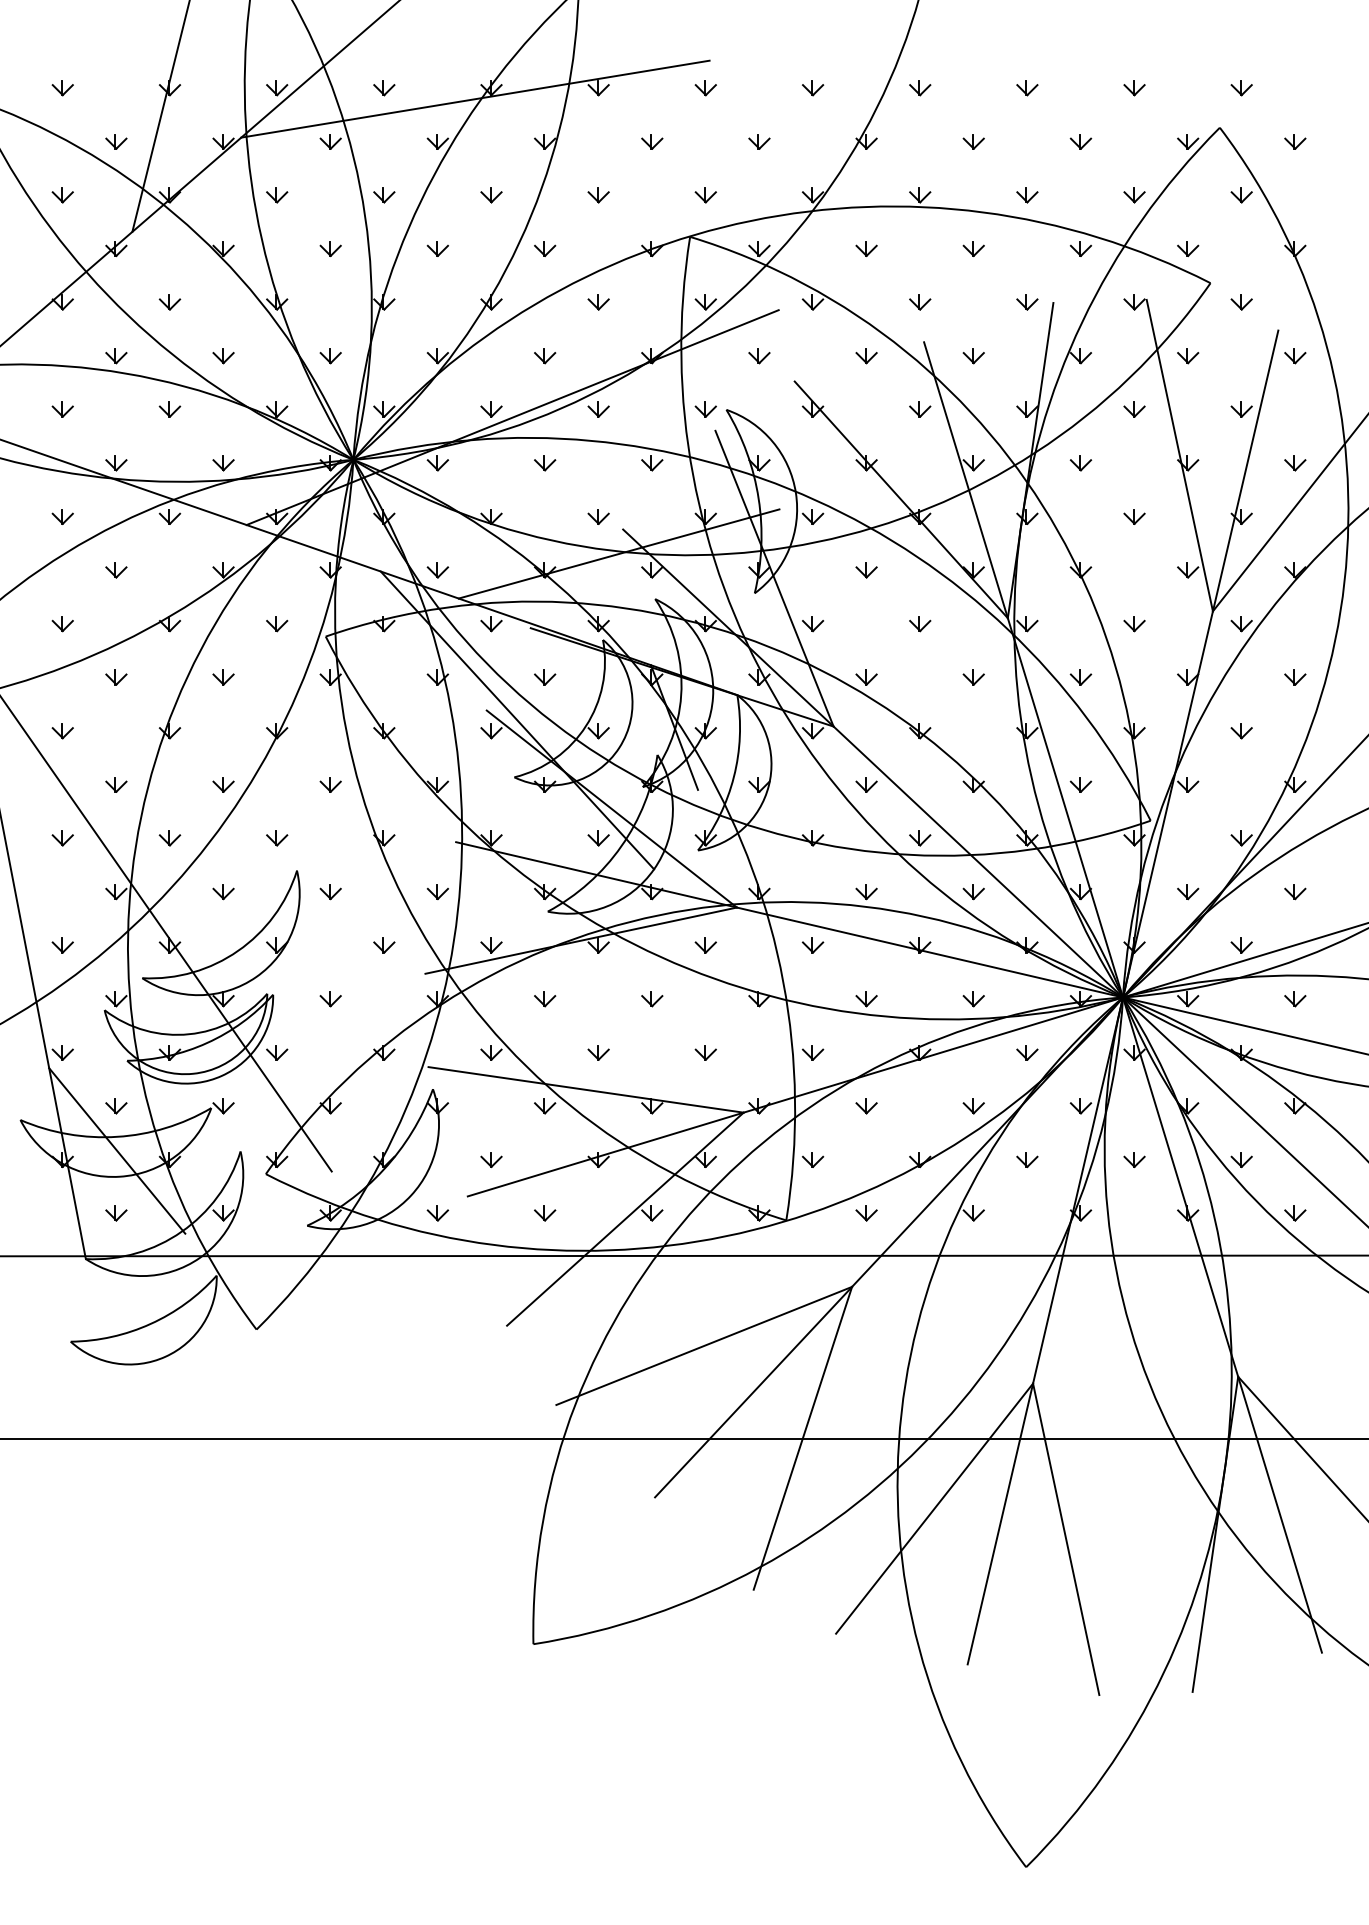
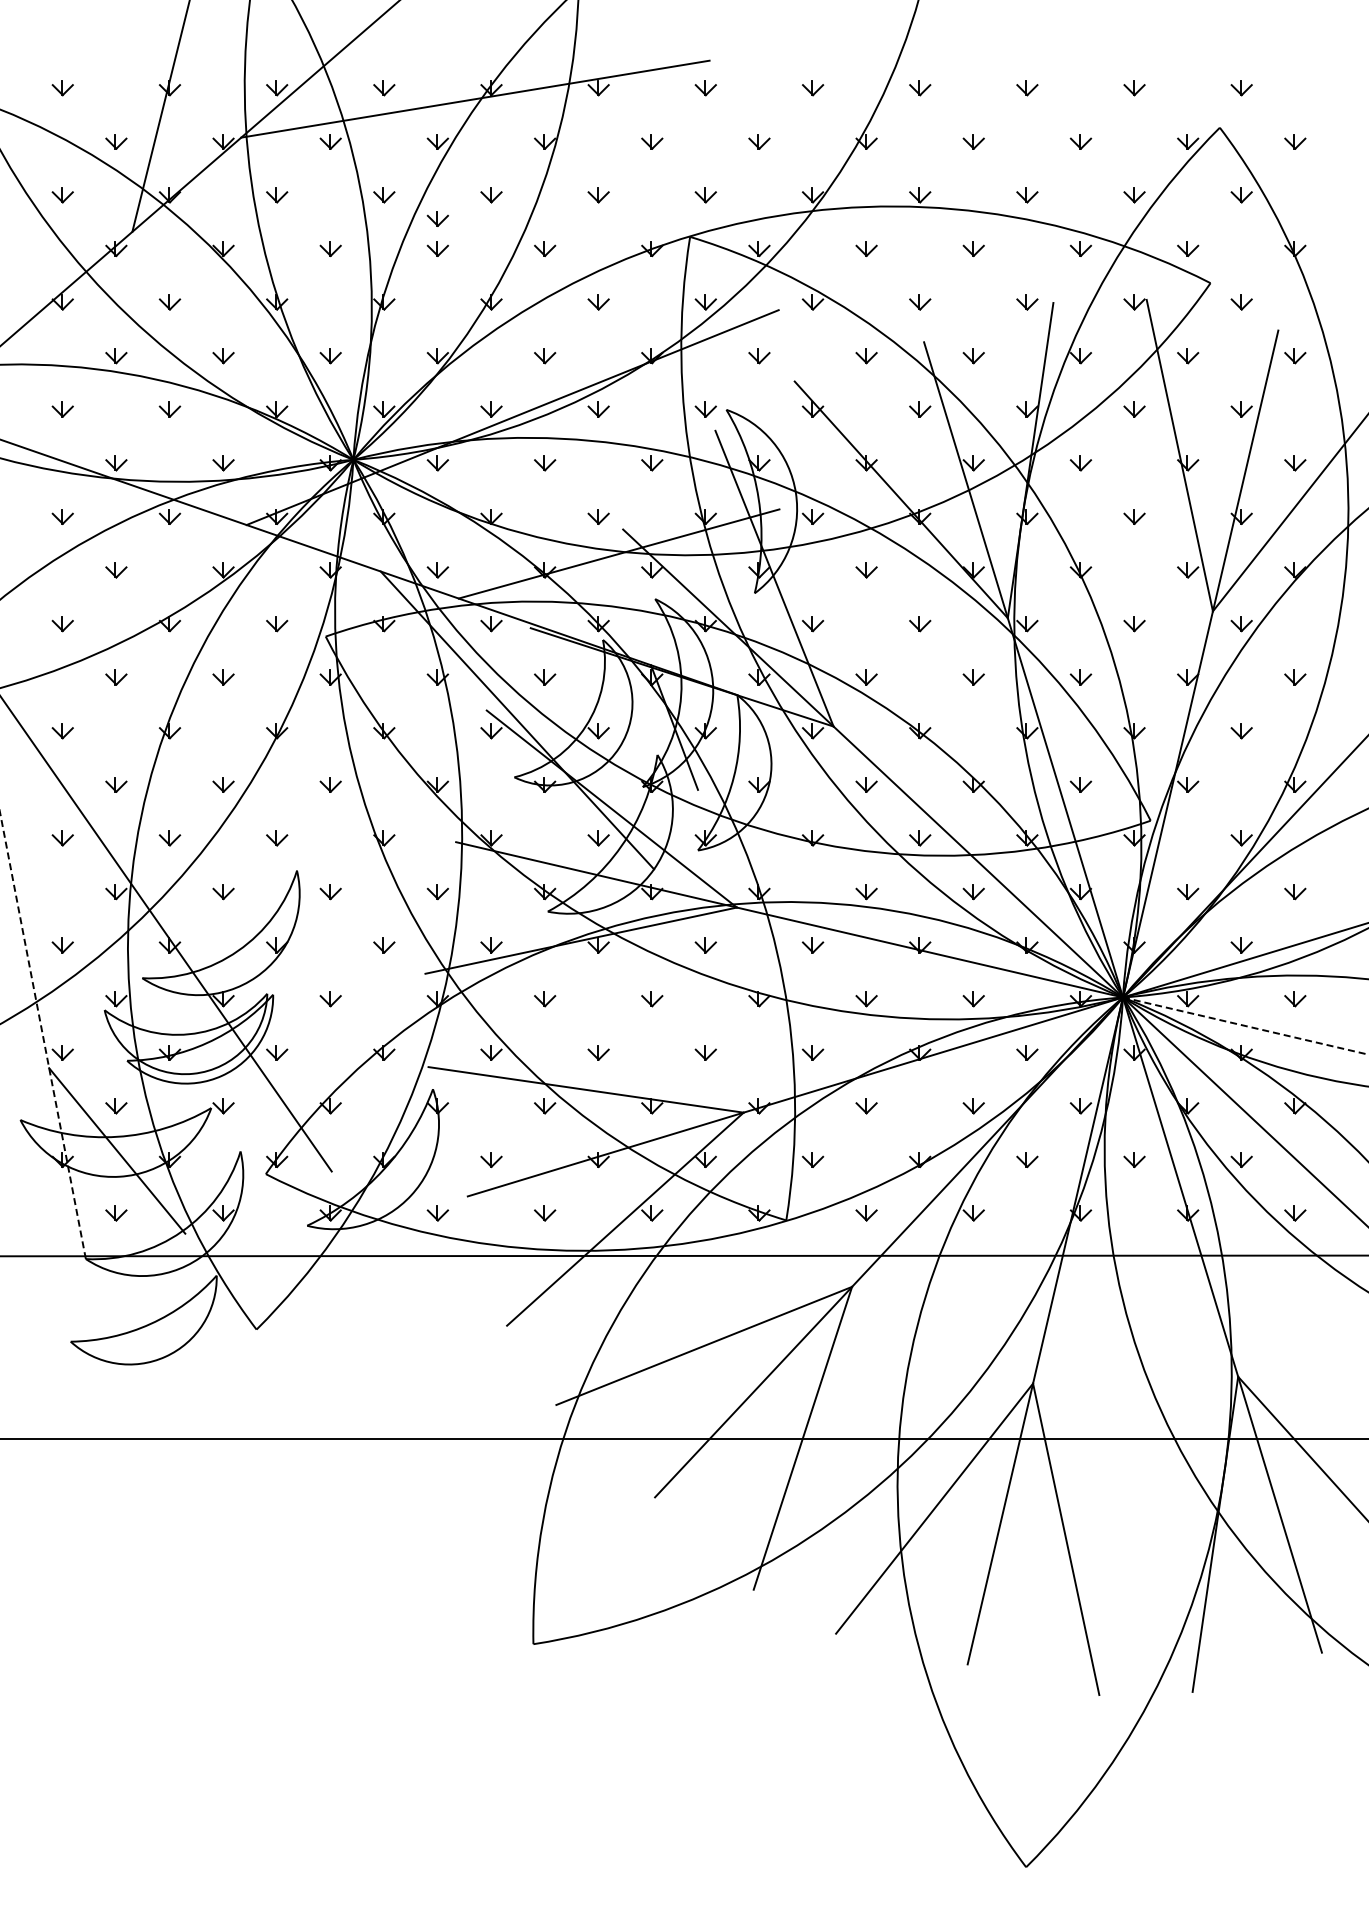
part at (437, 218): none -> present
line at (1245, 1026): solid -> dashed
line at (42, 1035): solid -> dashed
